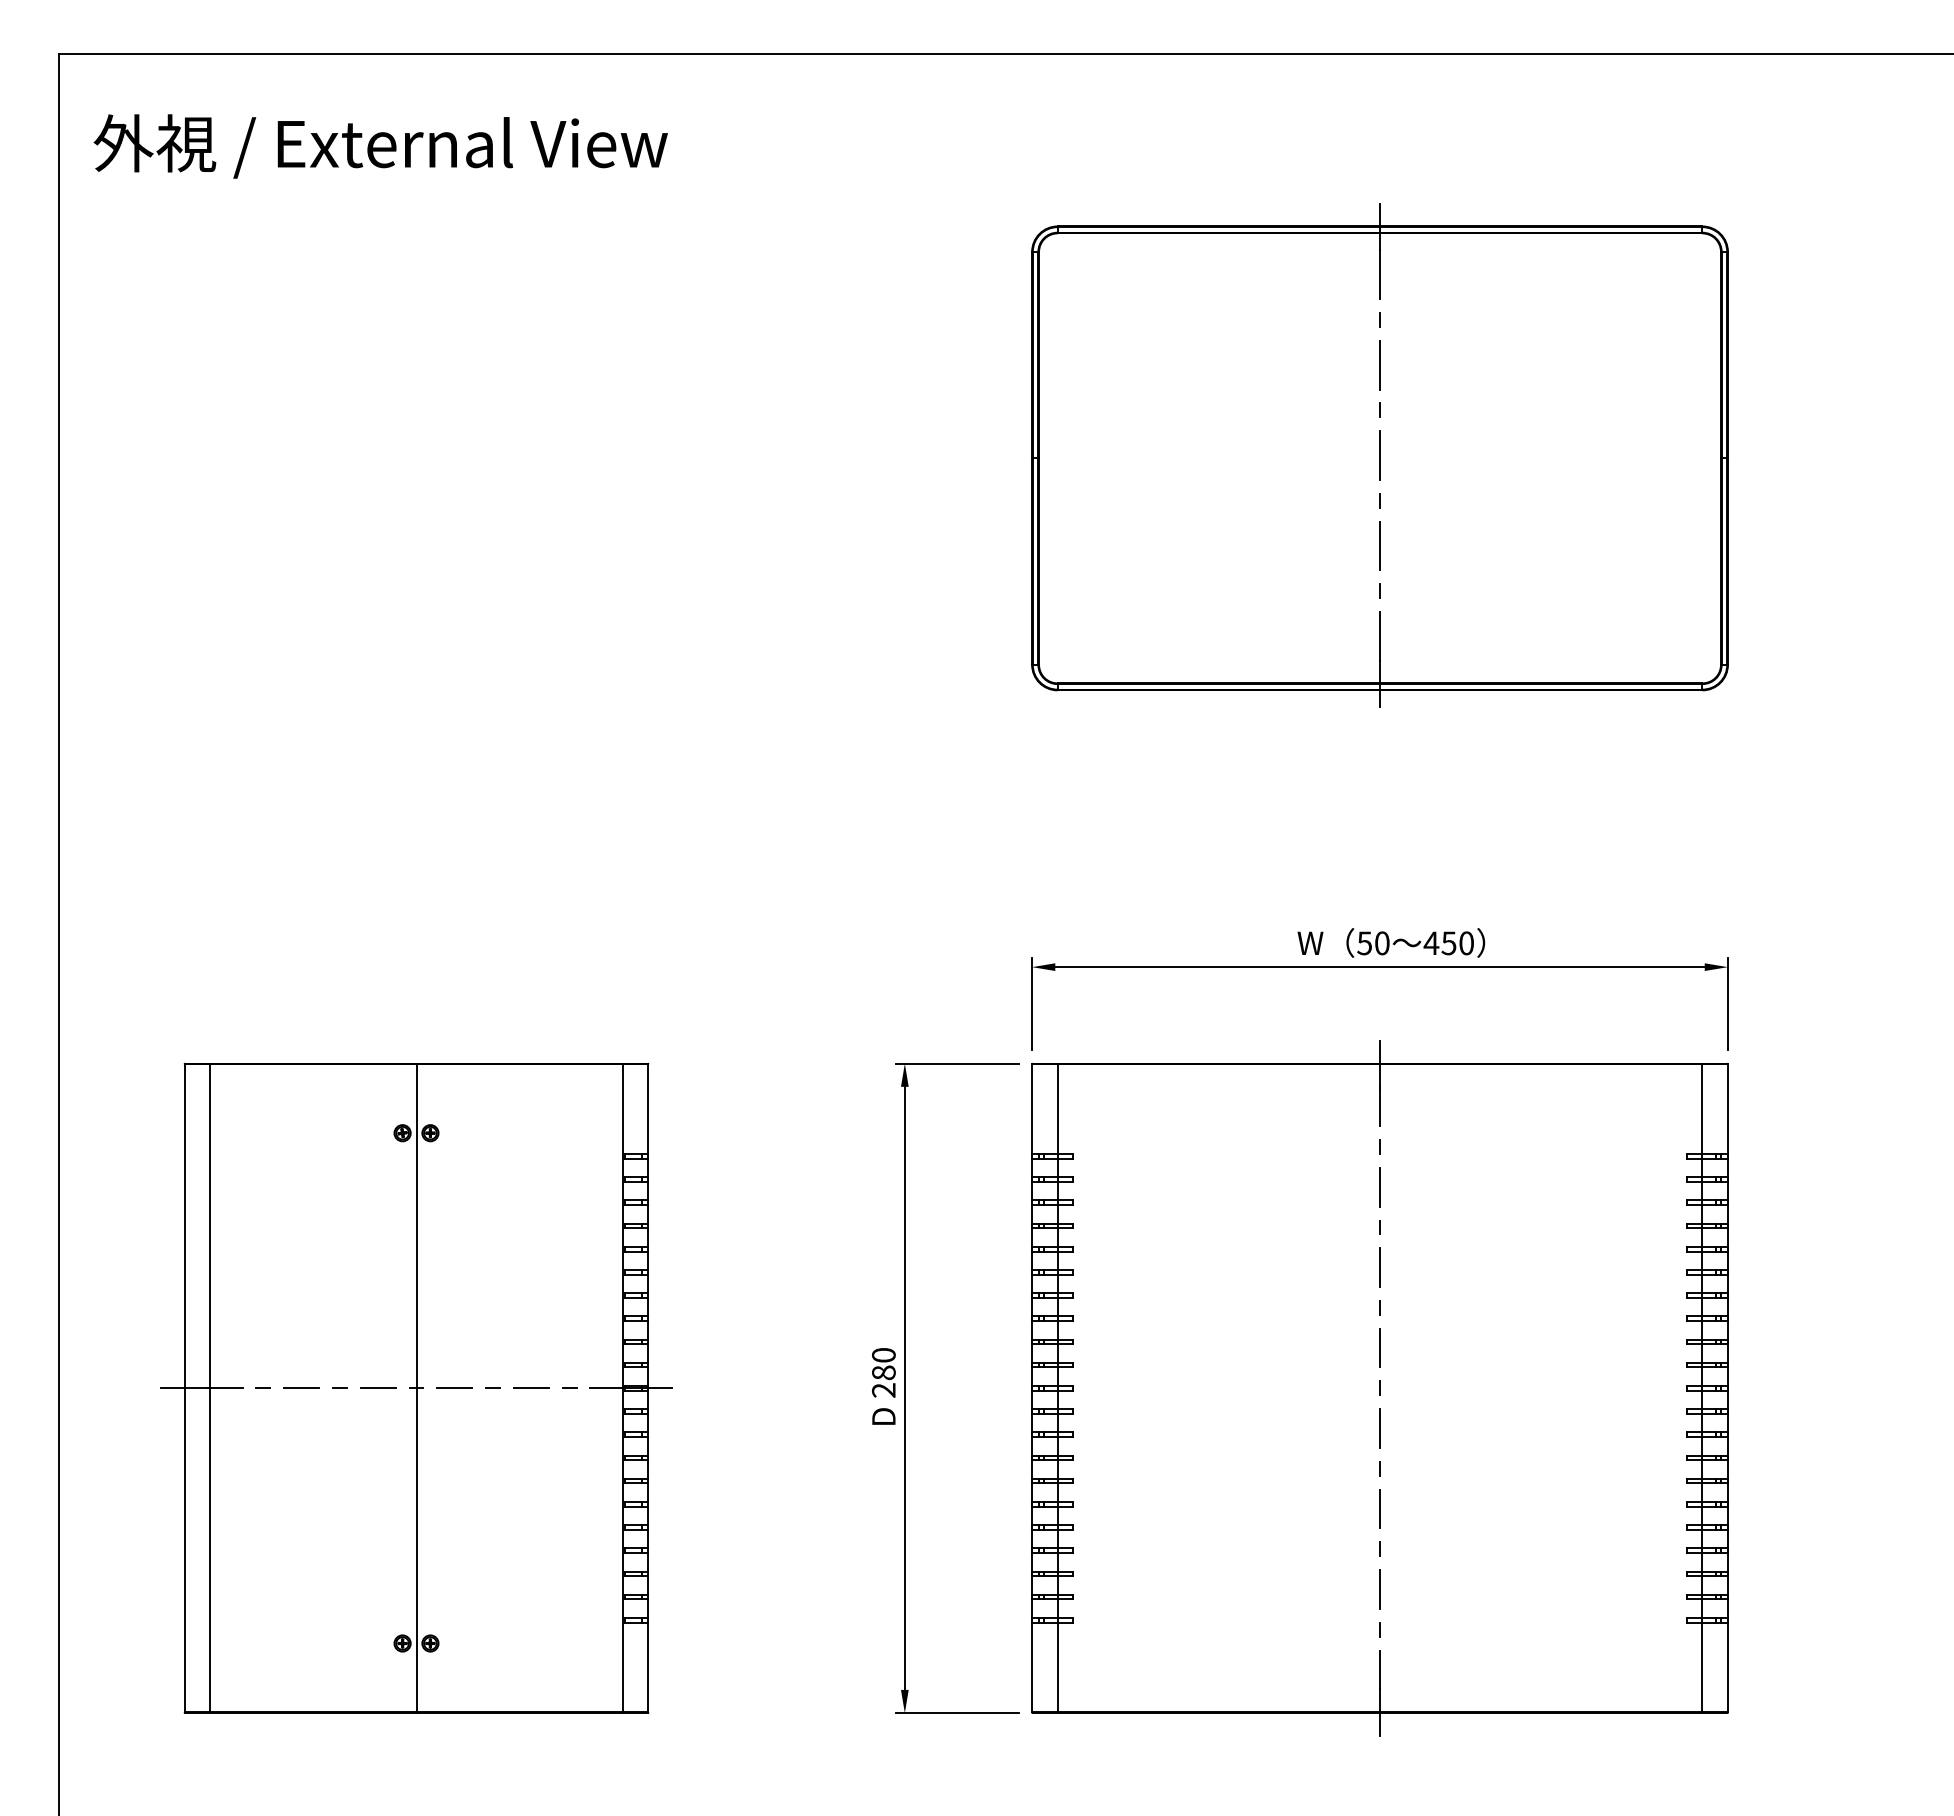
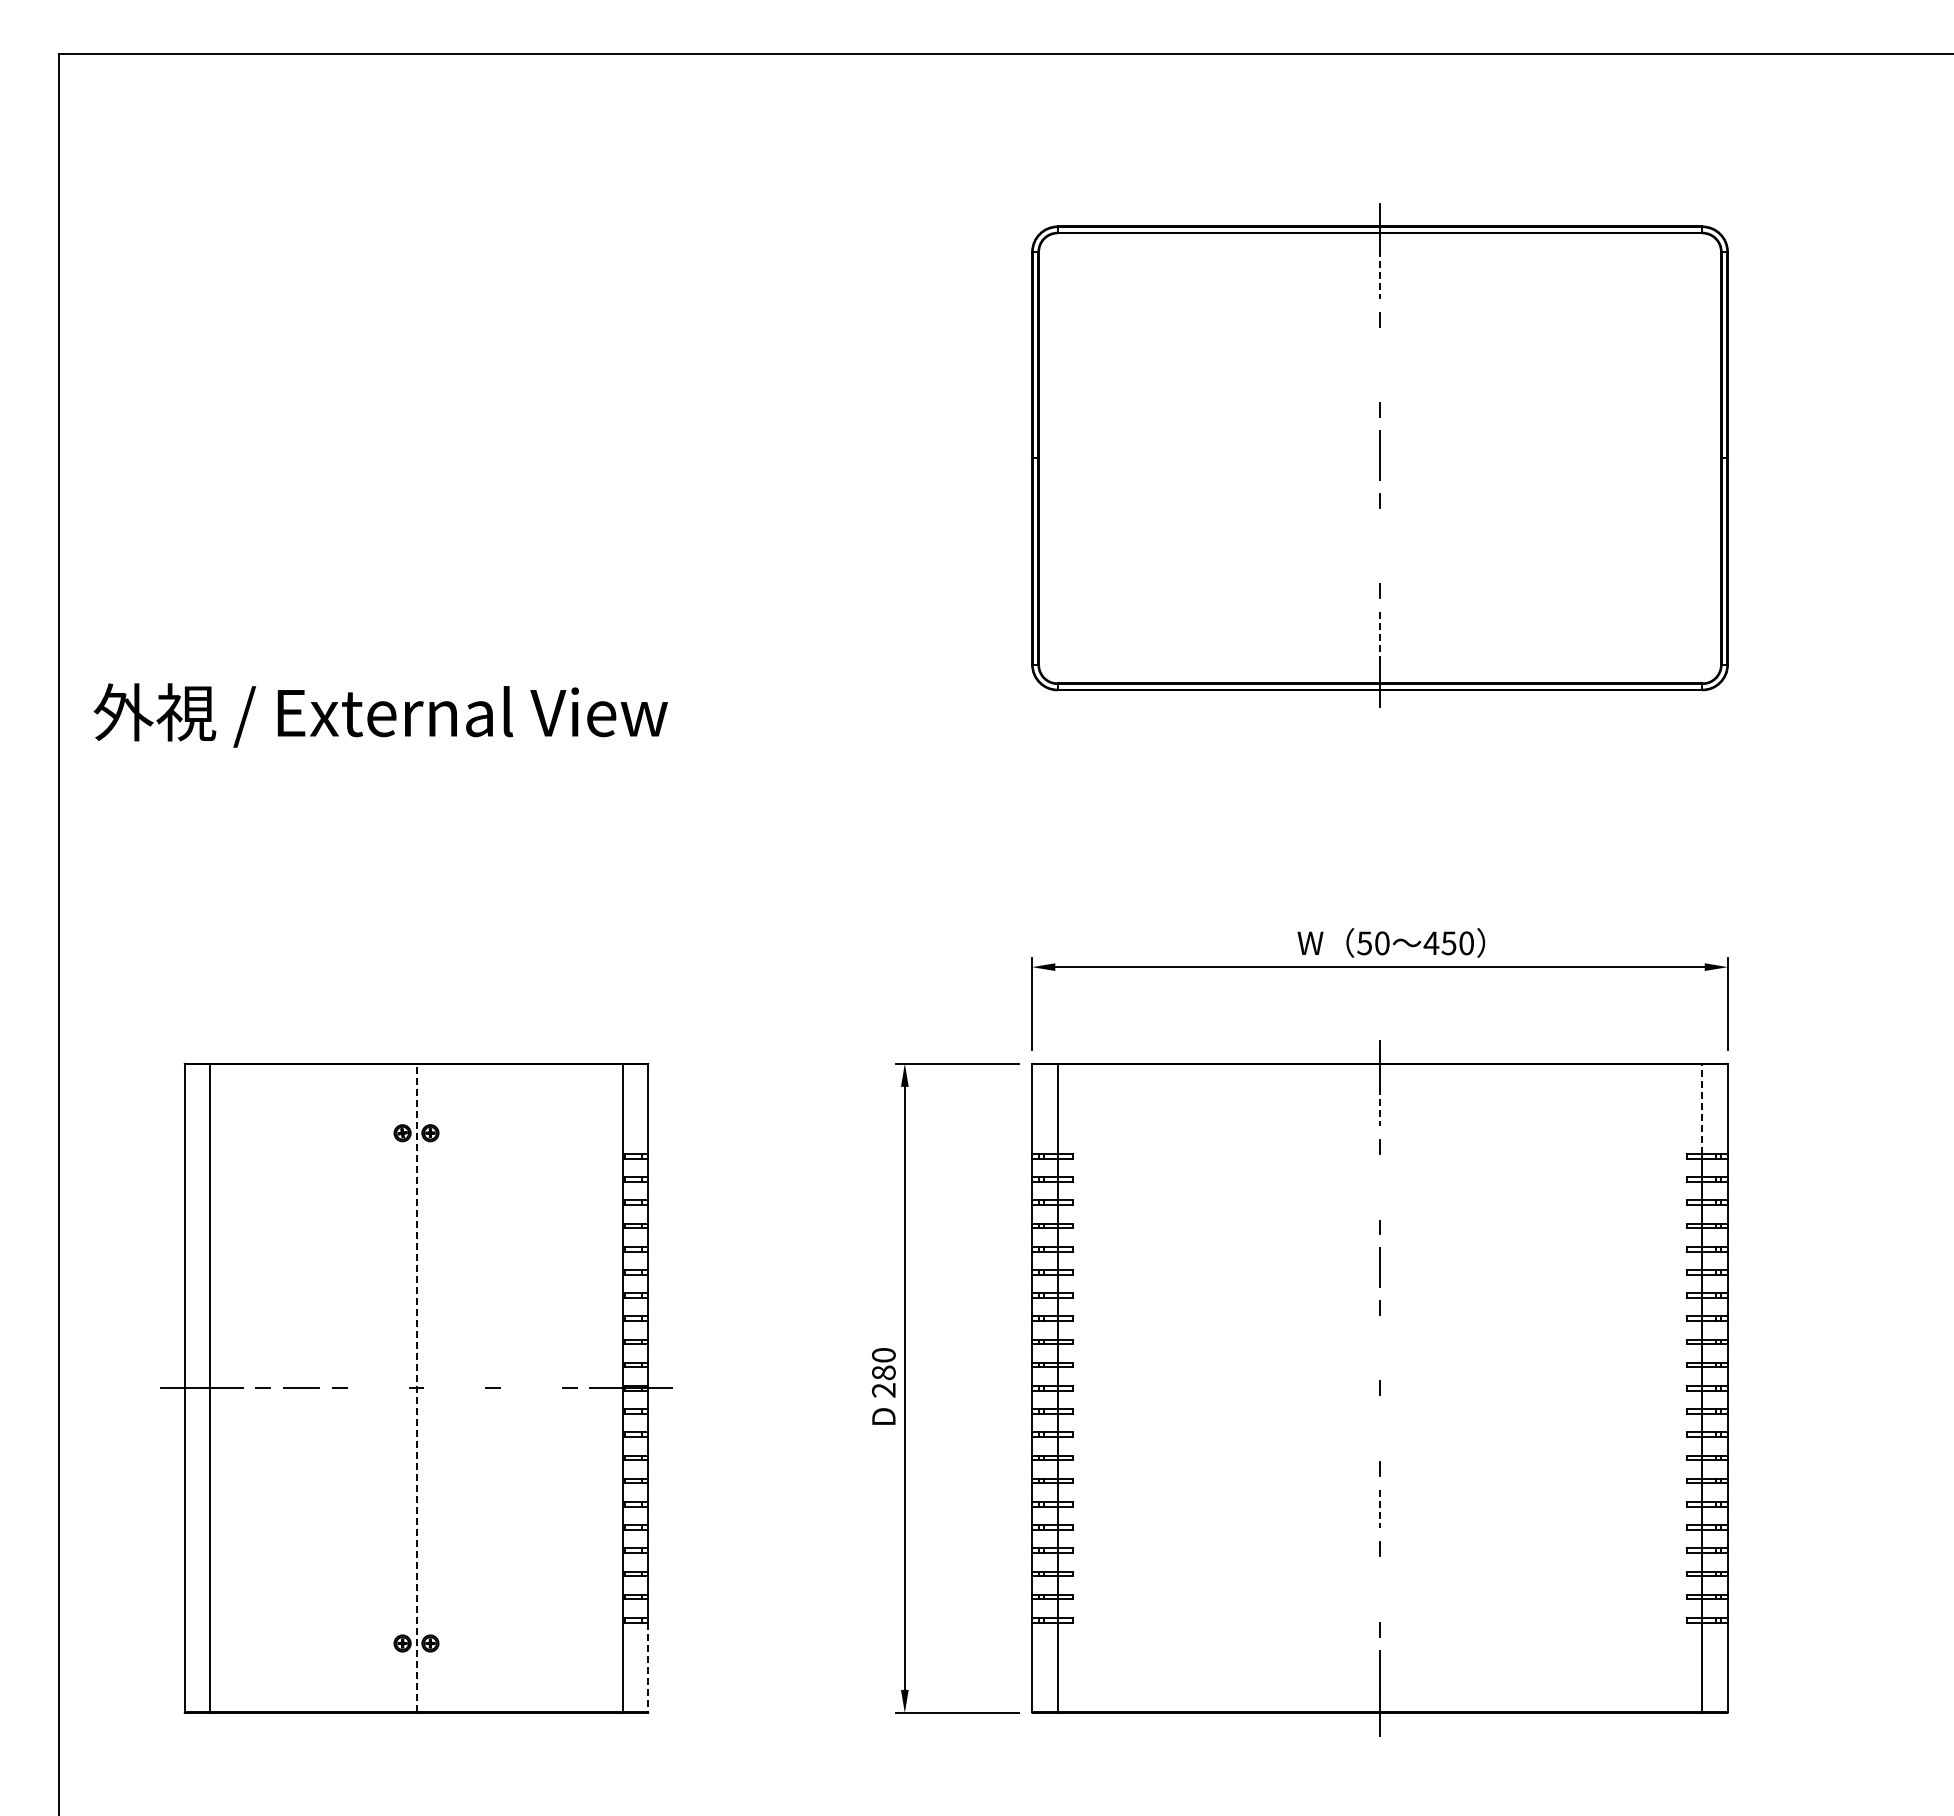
text at (380, 146) position: (380, 146) -> (380, 715)
line at (1380, 275): solid -> dashed
line at (1380, 364): present -> none
line at (1380, 545): present -> none
line at (1380, 637): solid -> dashed
line at (1380, 1107): solid -> dashed
line at (1702, 1109): solid -> dashed
line at (1379, 1187): present -> none
line at (1380, 1347): present -> none
line at (416, 1387): solid -> dashed
line at (377, 1388): present -> none
line at (454, 1388): present -> none
line at (530, 1388): present -> none
line at (1379, 1428): present -> none
line at (1380, 1509): solid -> dashed
line at (1380, 1589): present -> none
line at (648, 1667): solid -> dashed
